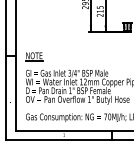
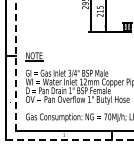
line at (15, 65): solid -> dashed
line at (70, 140): solid -> dashed
